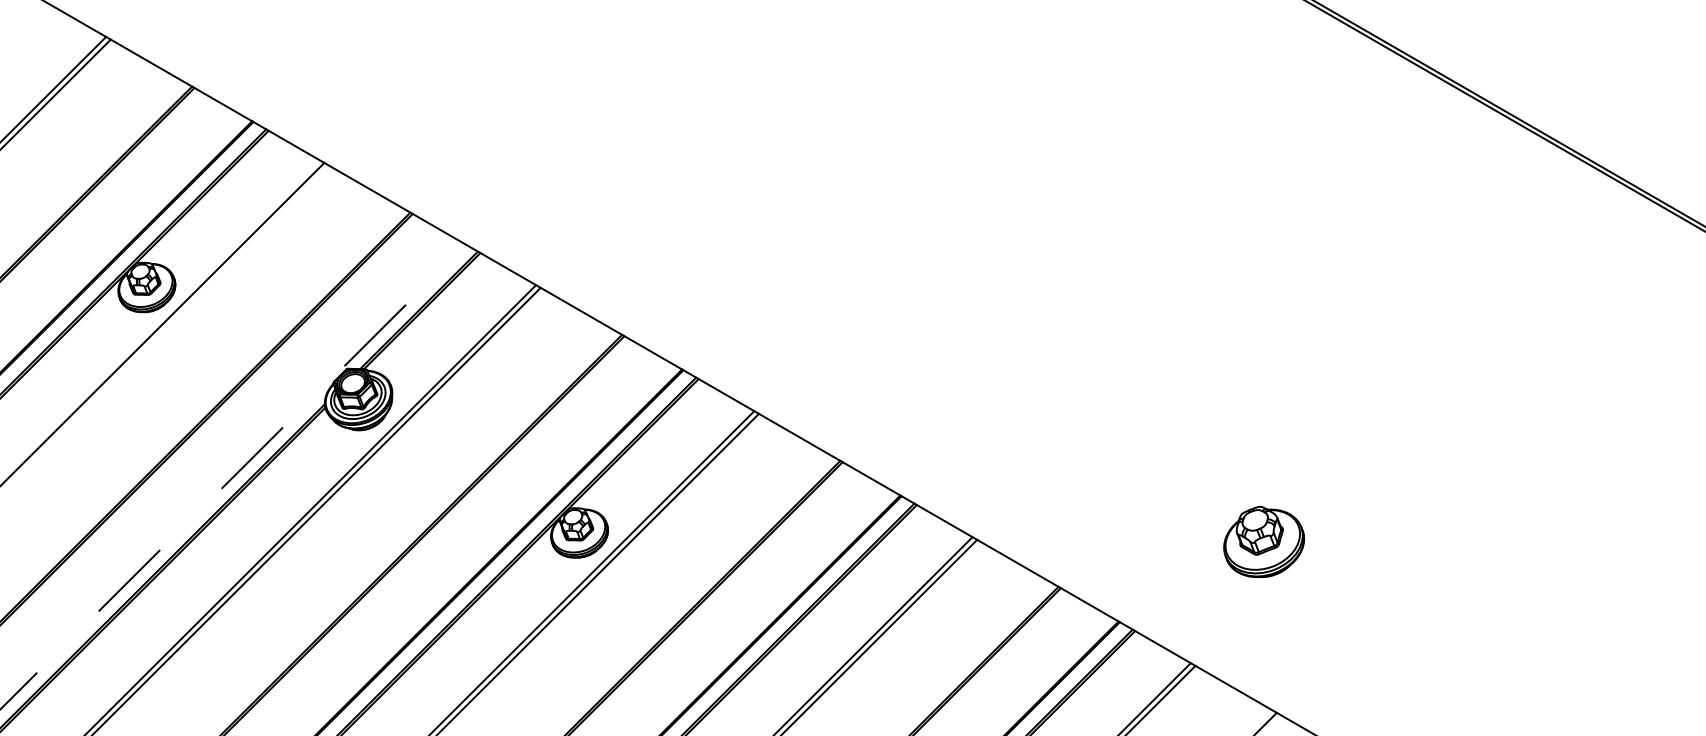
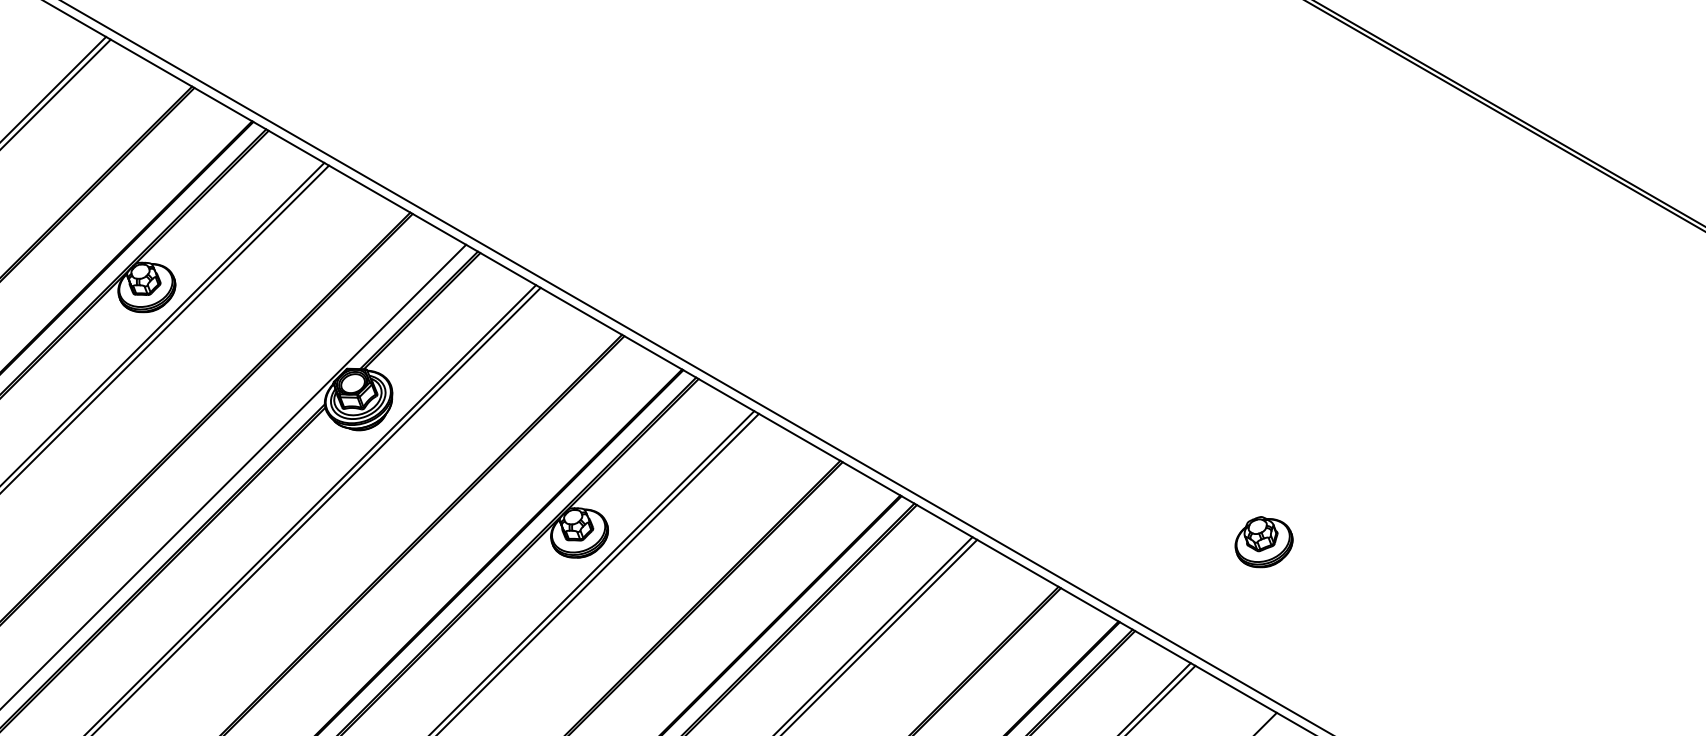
line at (165, 328): none -> present
line at (696, 367): none -> present
line at (233, 477): dashed -> solid
part at (1263, 541) size: 82x73 px -> 60x53 px
